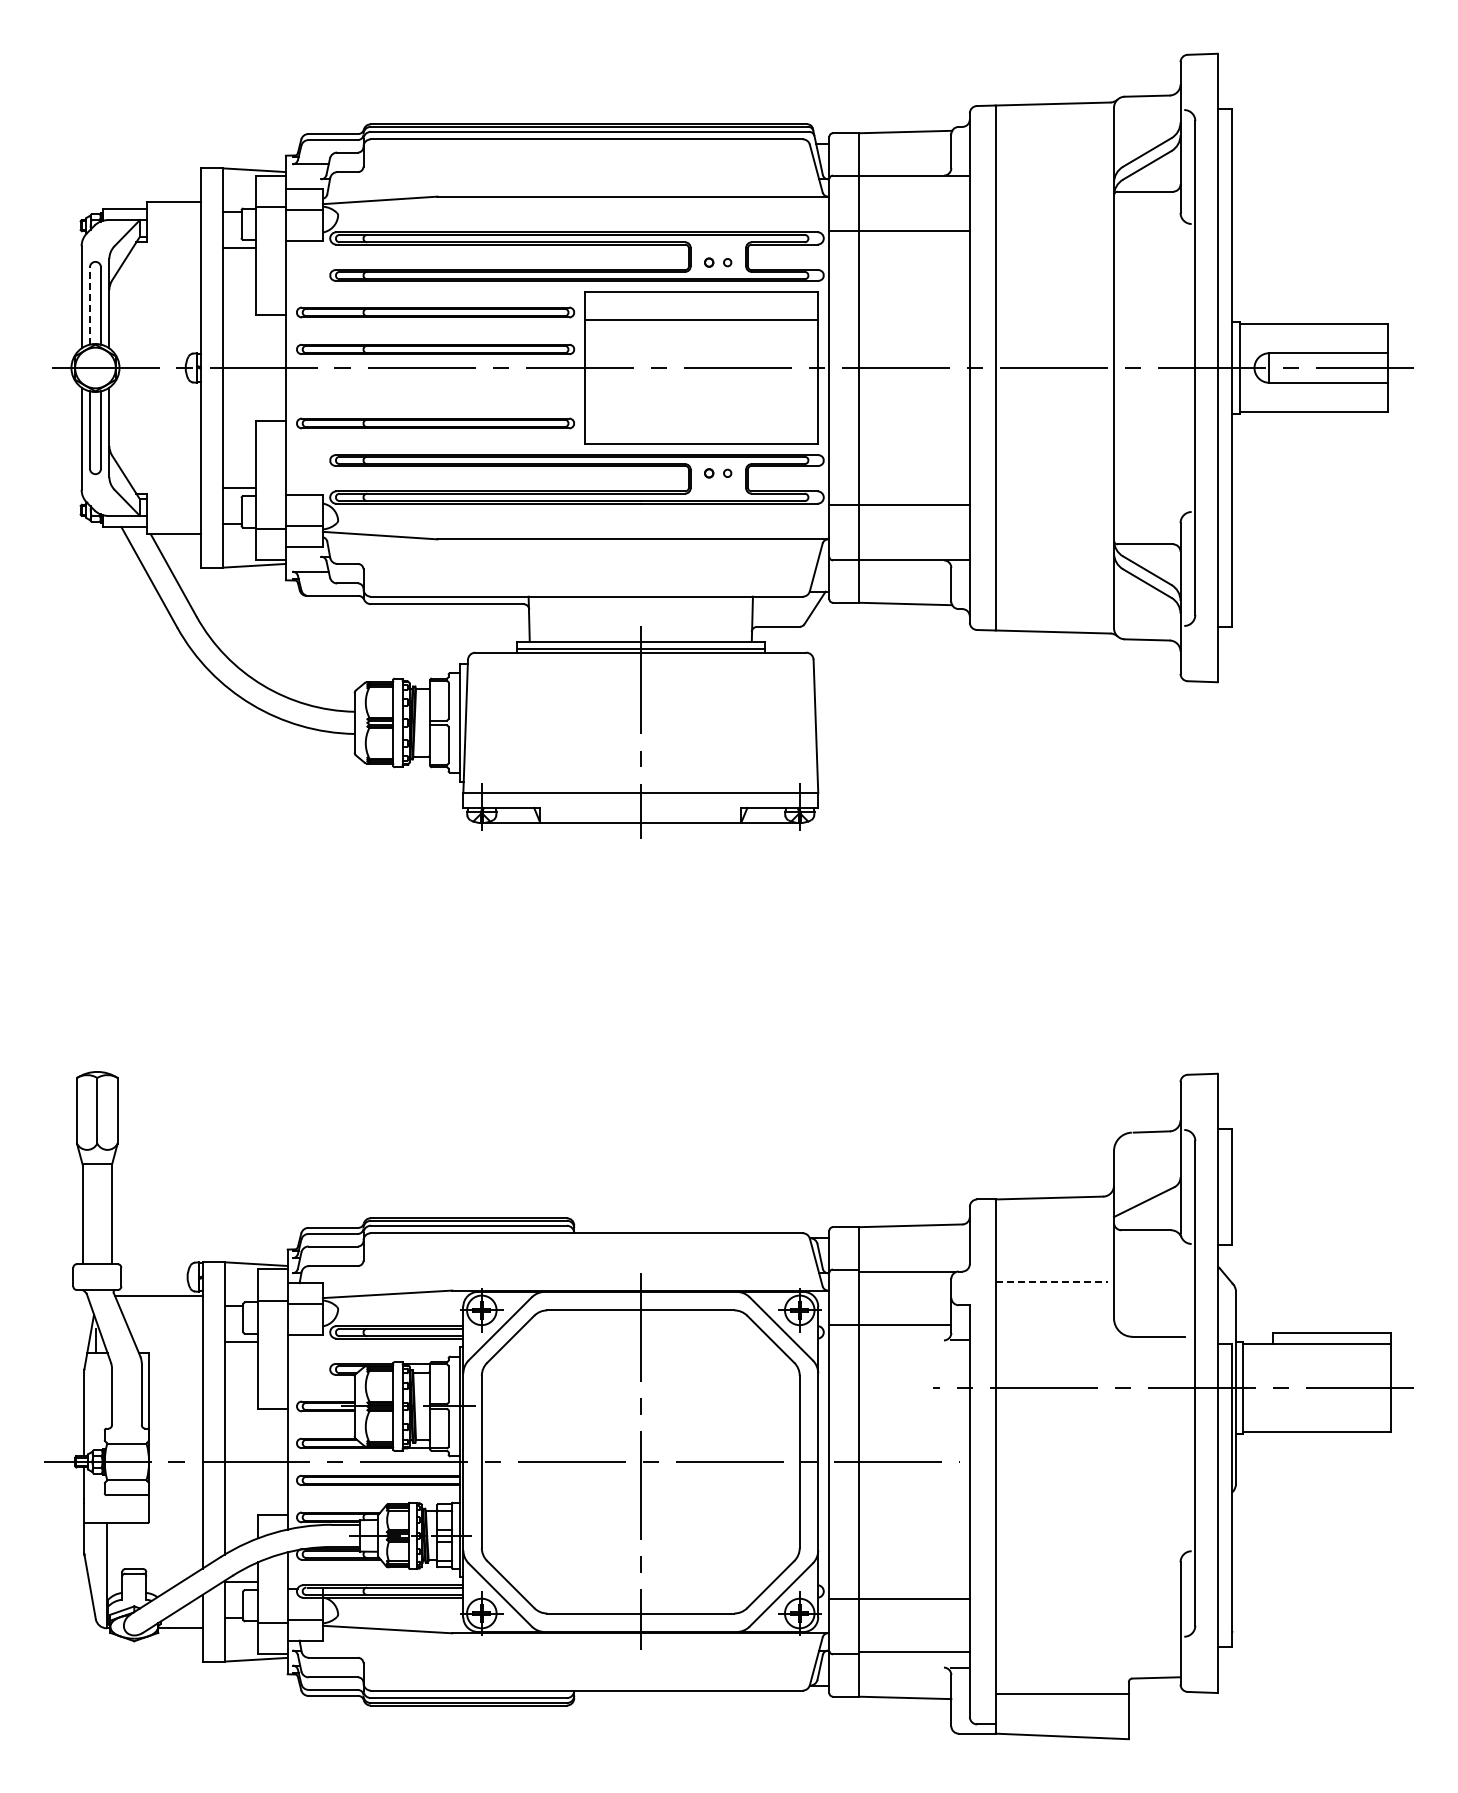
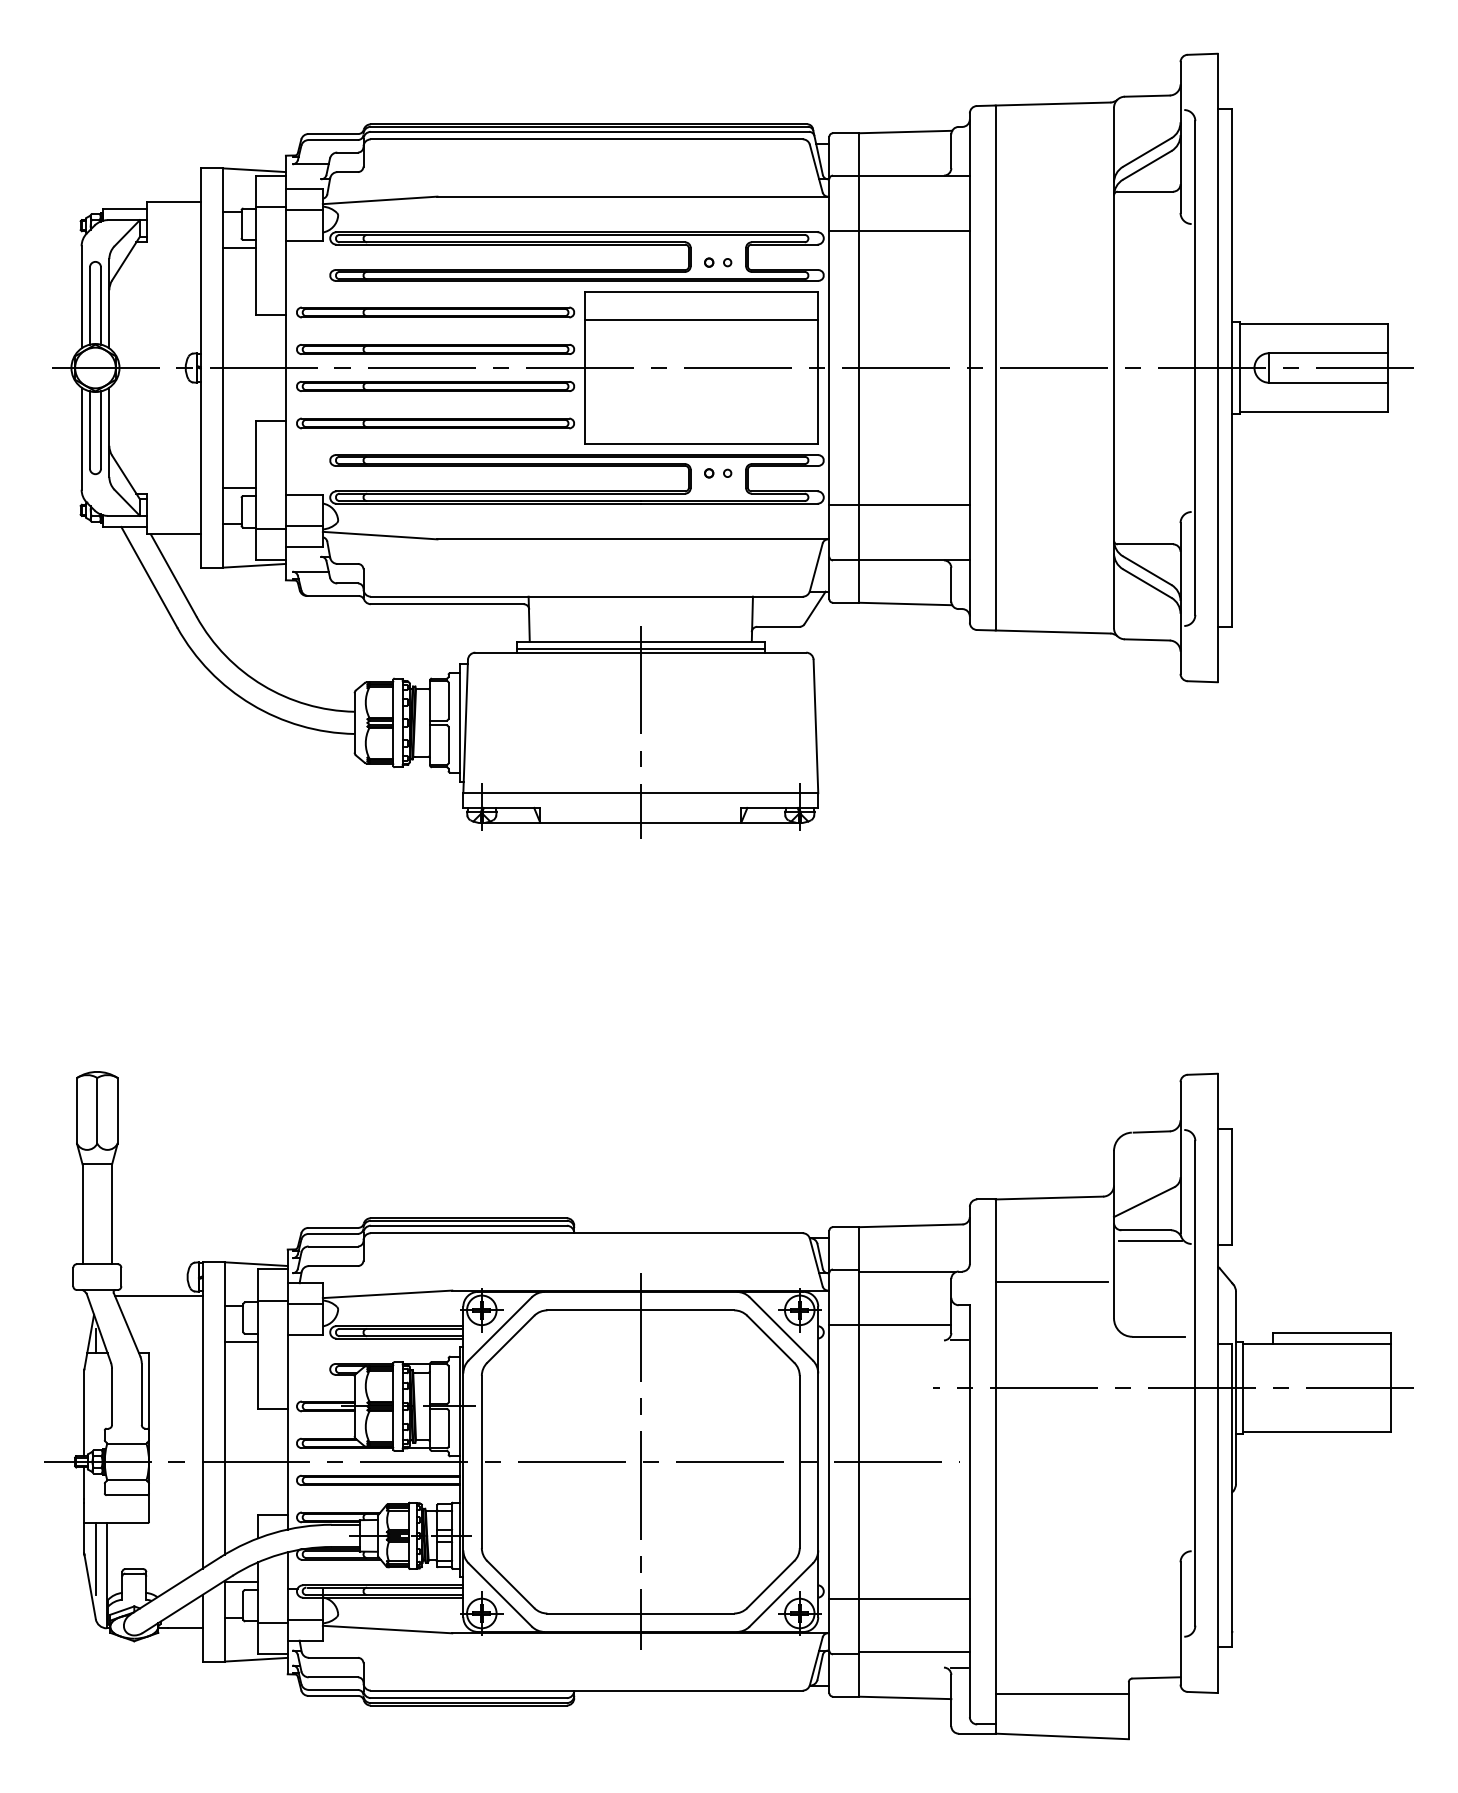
line at (89, 306): dashed -> solid
part at (435, 386): none -> present
line at (1150, 1241): none -> present
line at (1052, 1281): dashed -> solid
line at (95, 1558): none -> present
